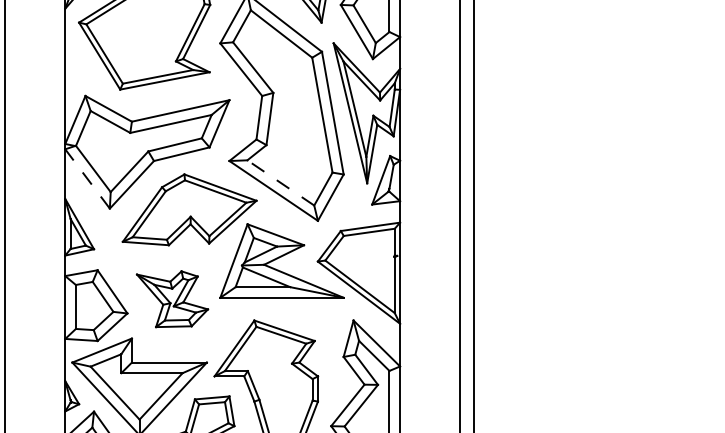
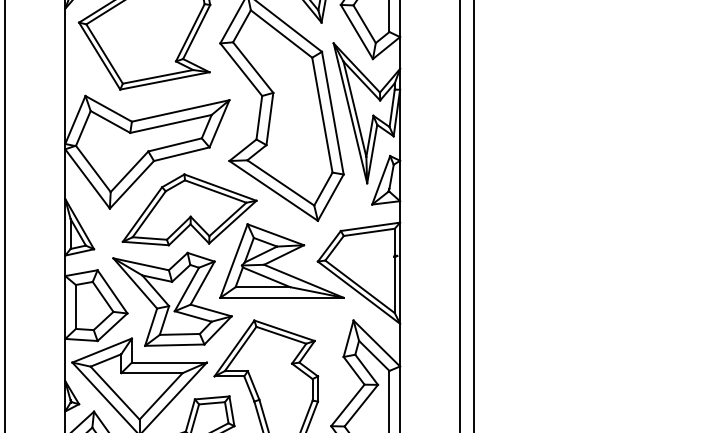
line at (87, 178): dashed -> solid
line at (280, 182): dashed -> solid
part at (172, 299) size: 75x59 px -> 121x96 px
